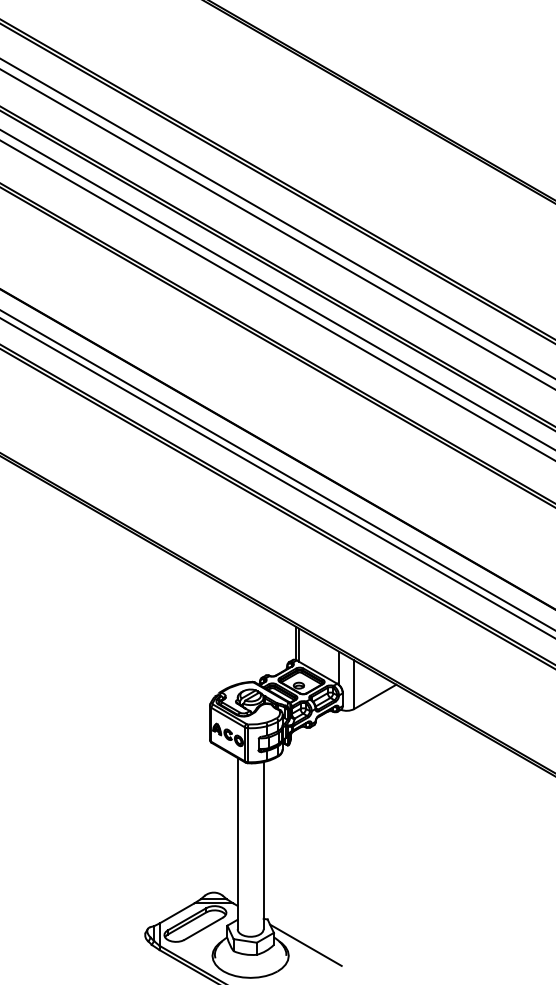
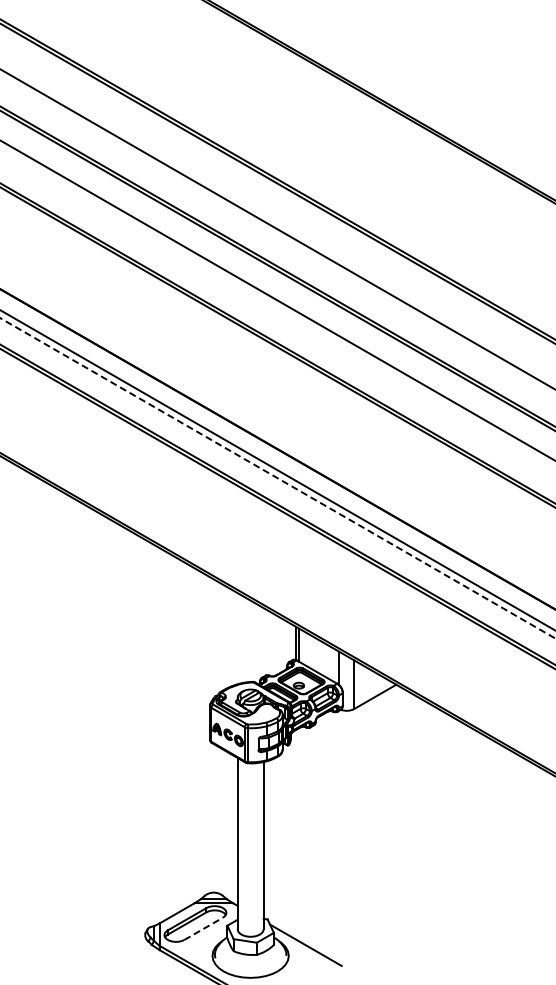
line at (277, 218): present -> none
line at (277, 289): present -> none
line at (278, 478): solid -> dashed
line at (204, 928): solid -> dashed
